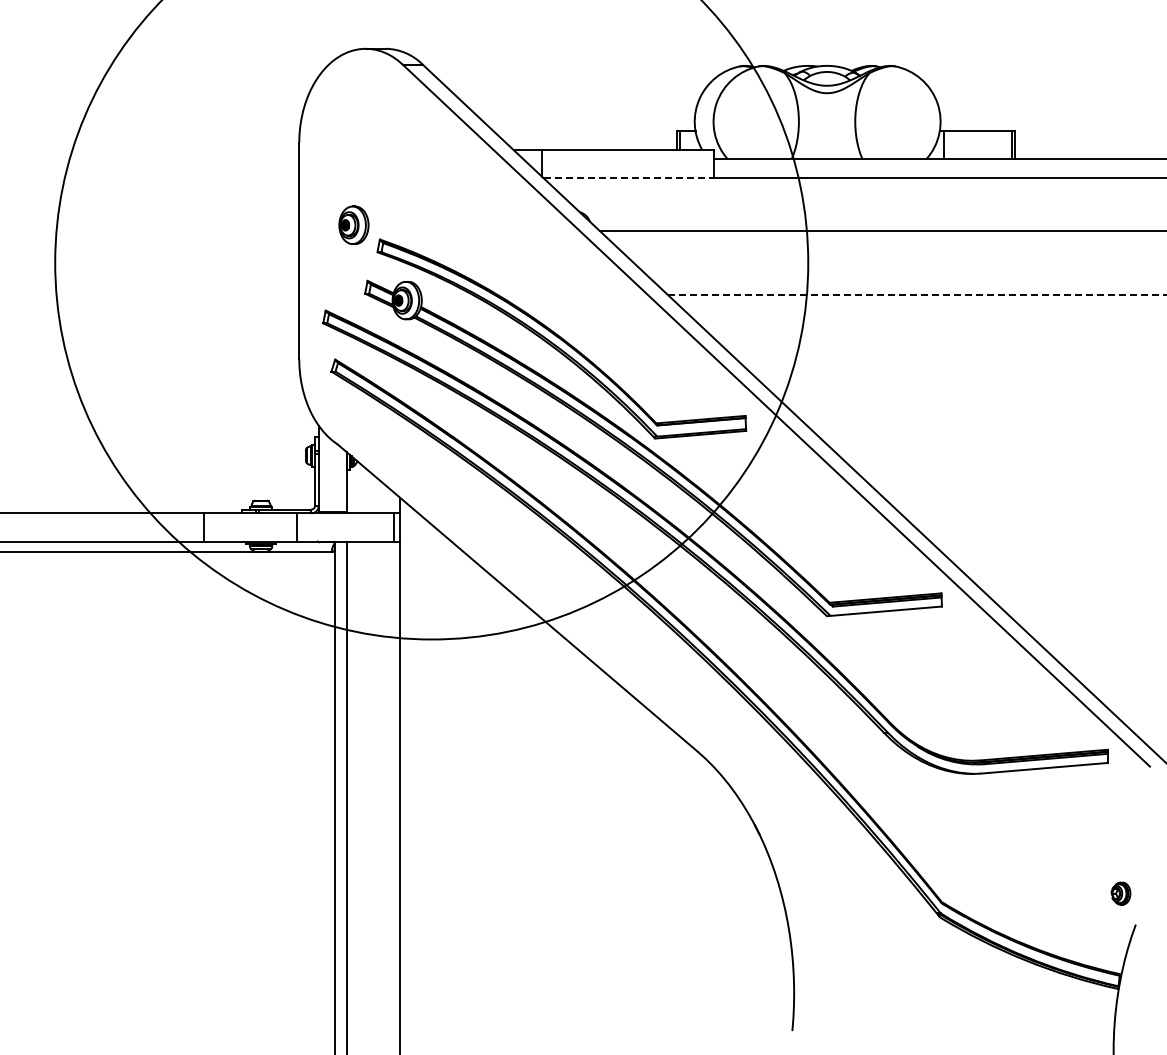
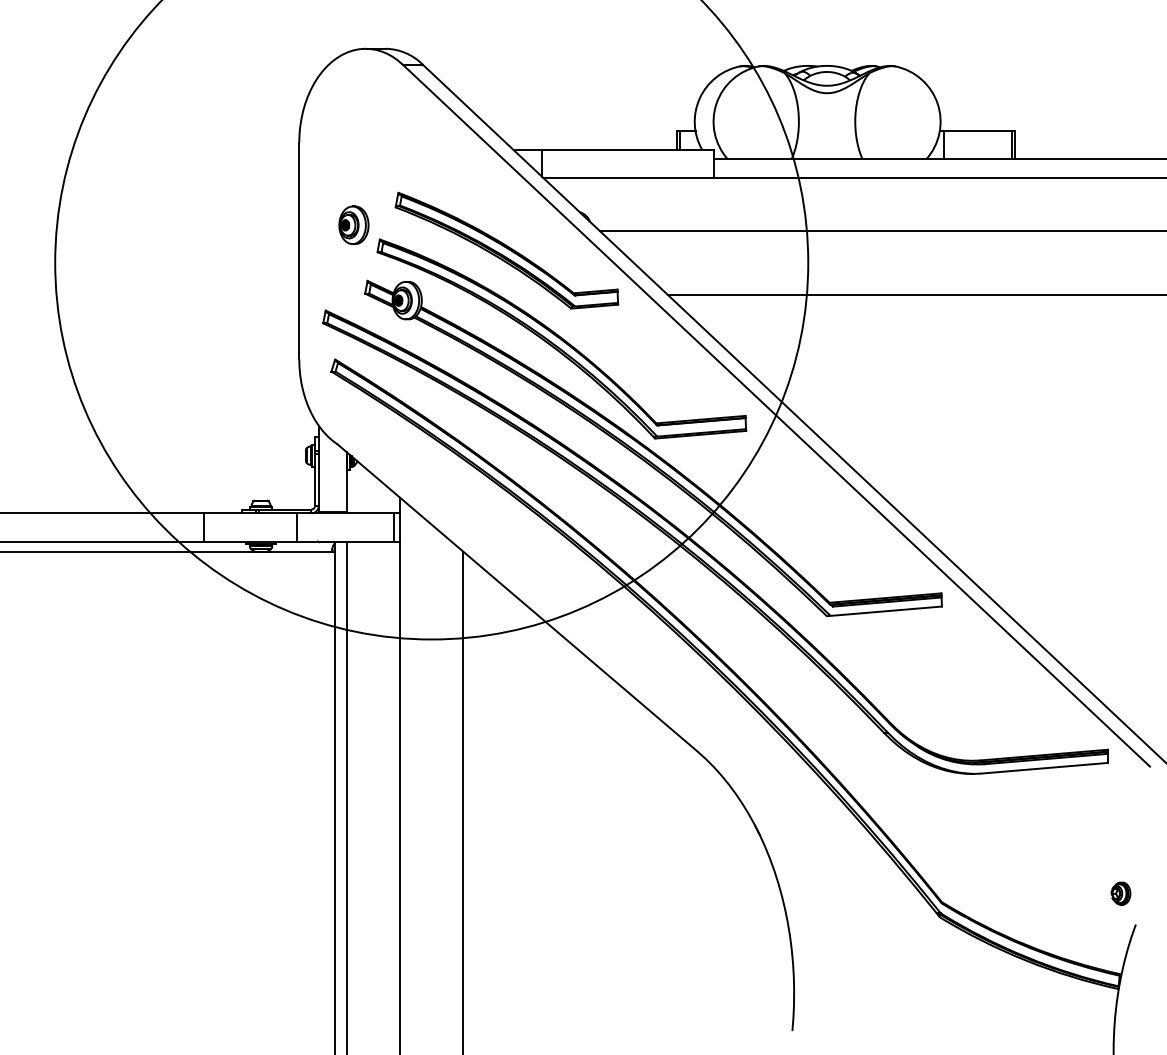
line at (629, 178): dashed -> solid
part at (506, 250): none -> present
line at (917, 294): dashed -> solid
line at (463, 801): none -> present
